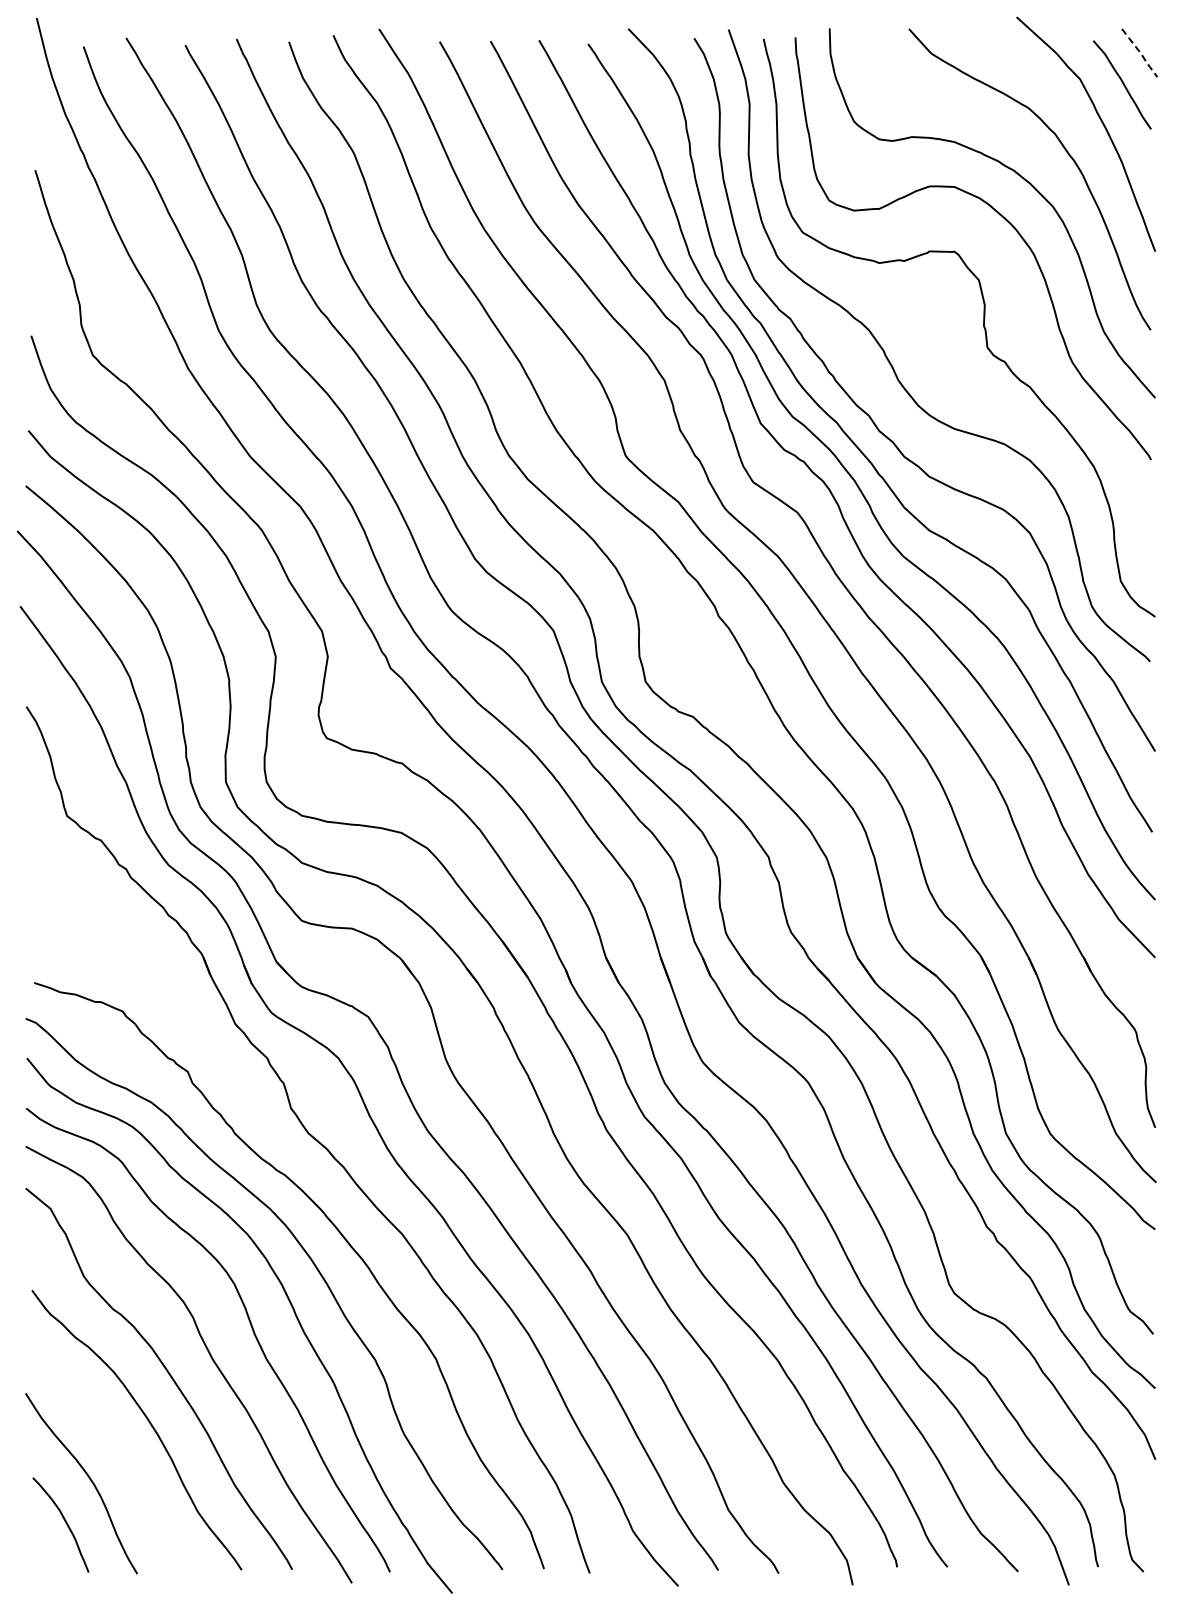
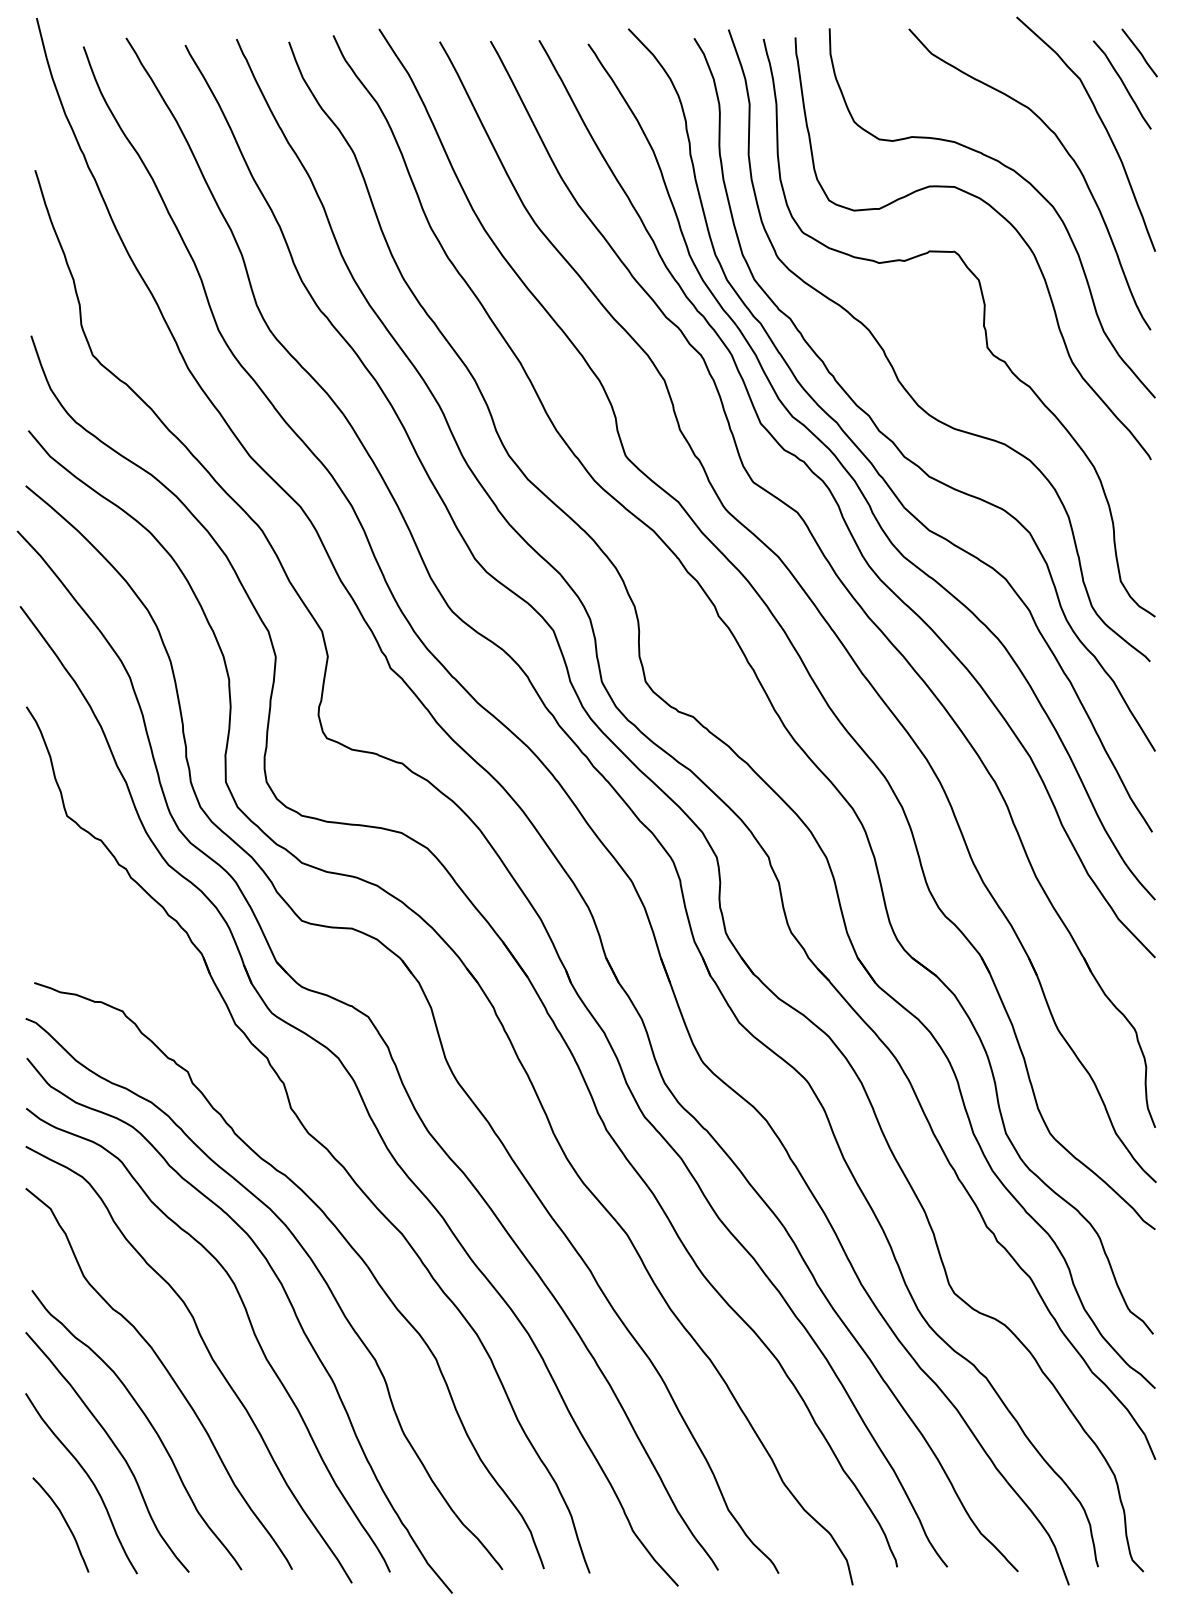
line at (1141, 54): dashed -> solid
curve at (114, 1446): none -> present
